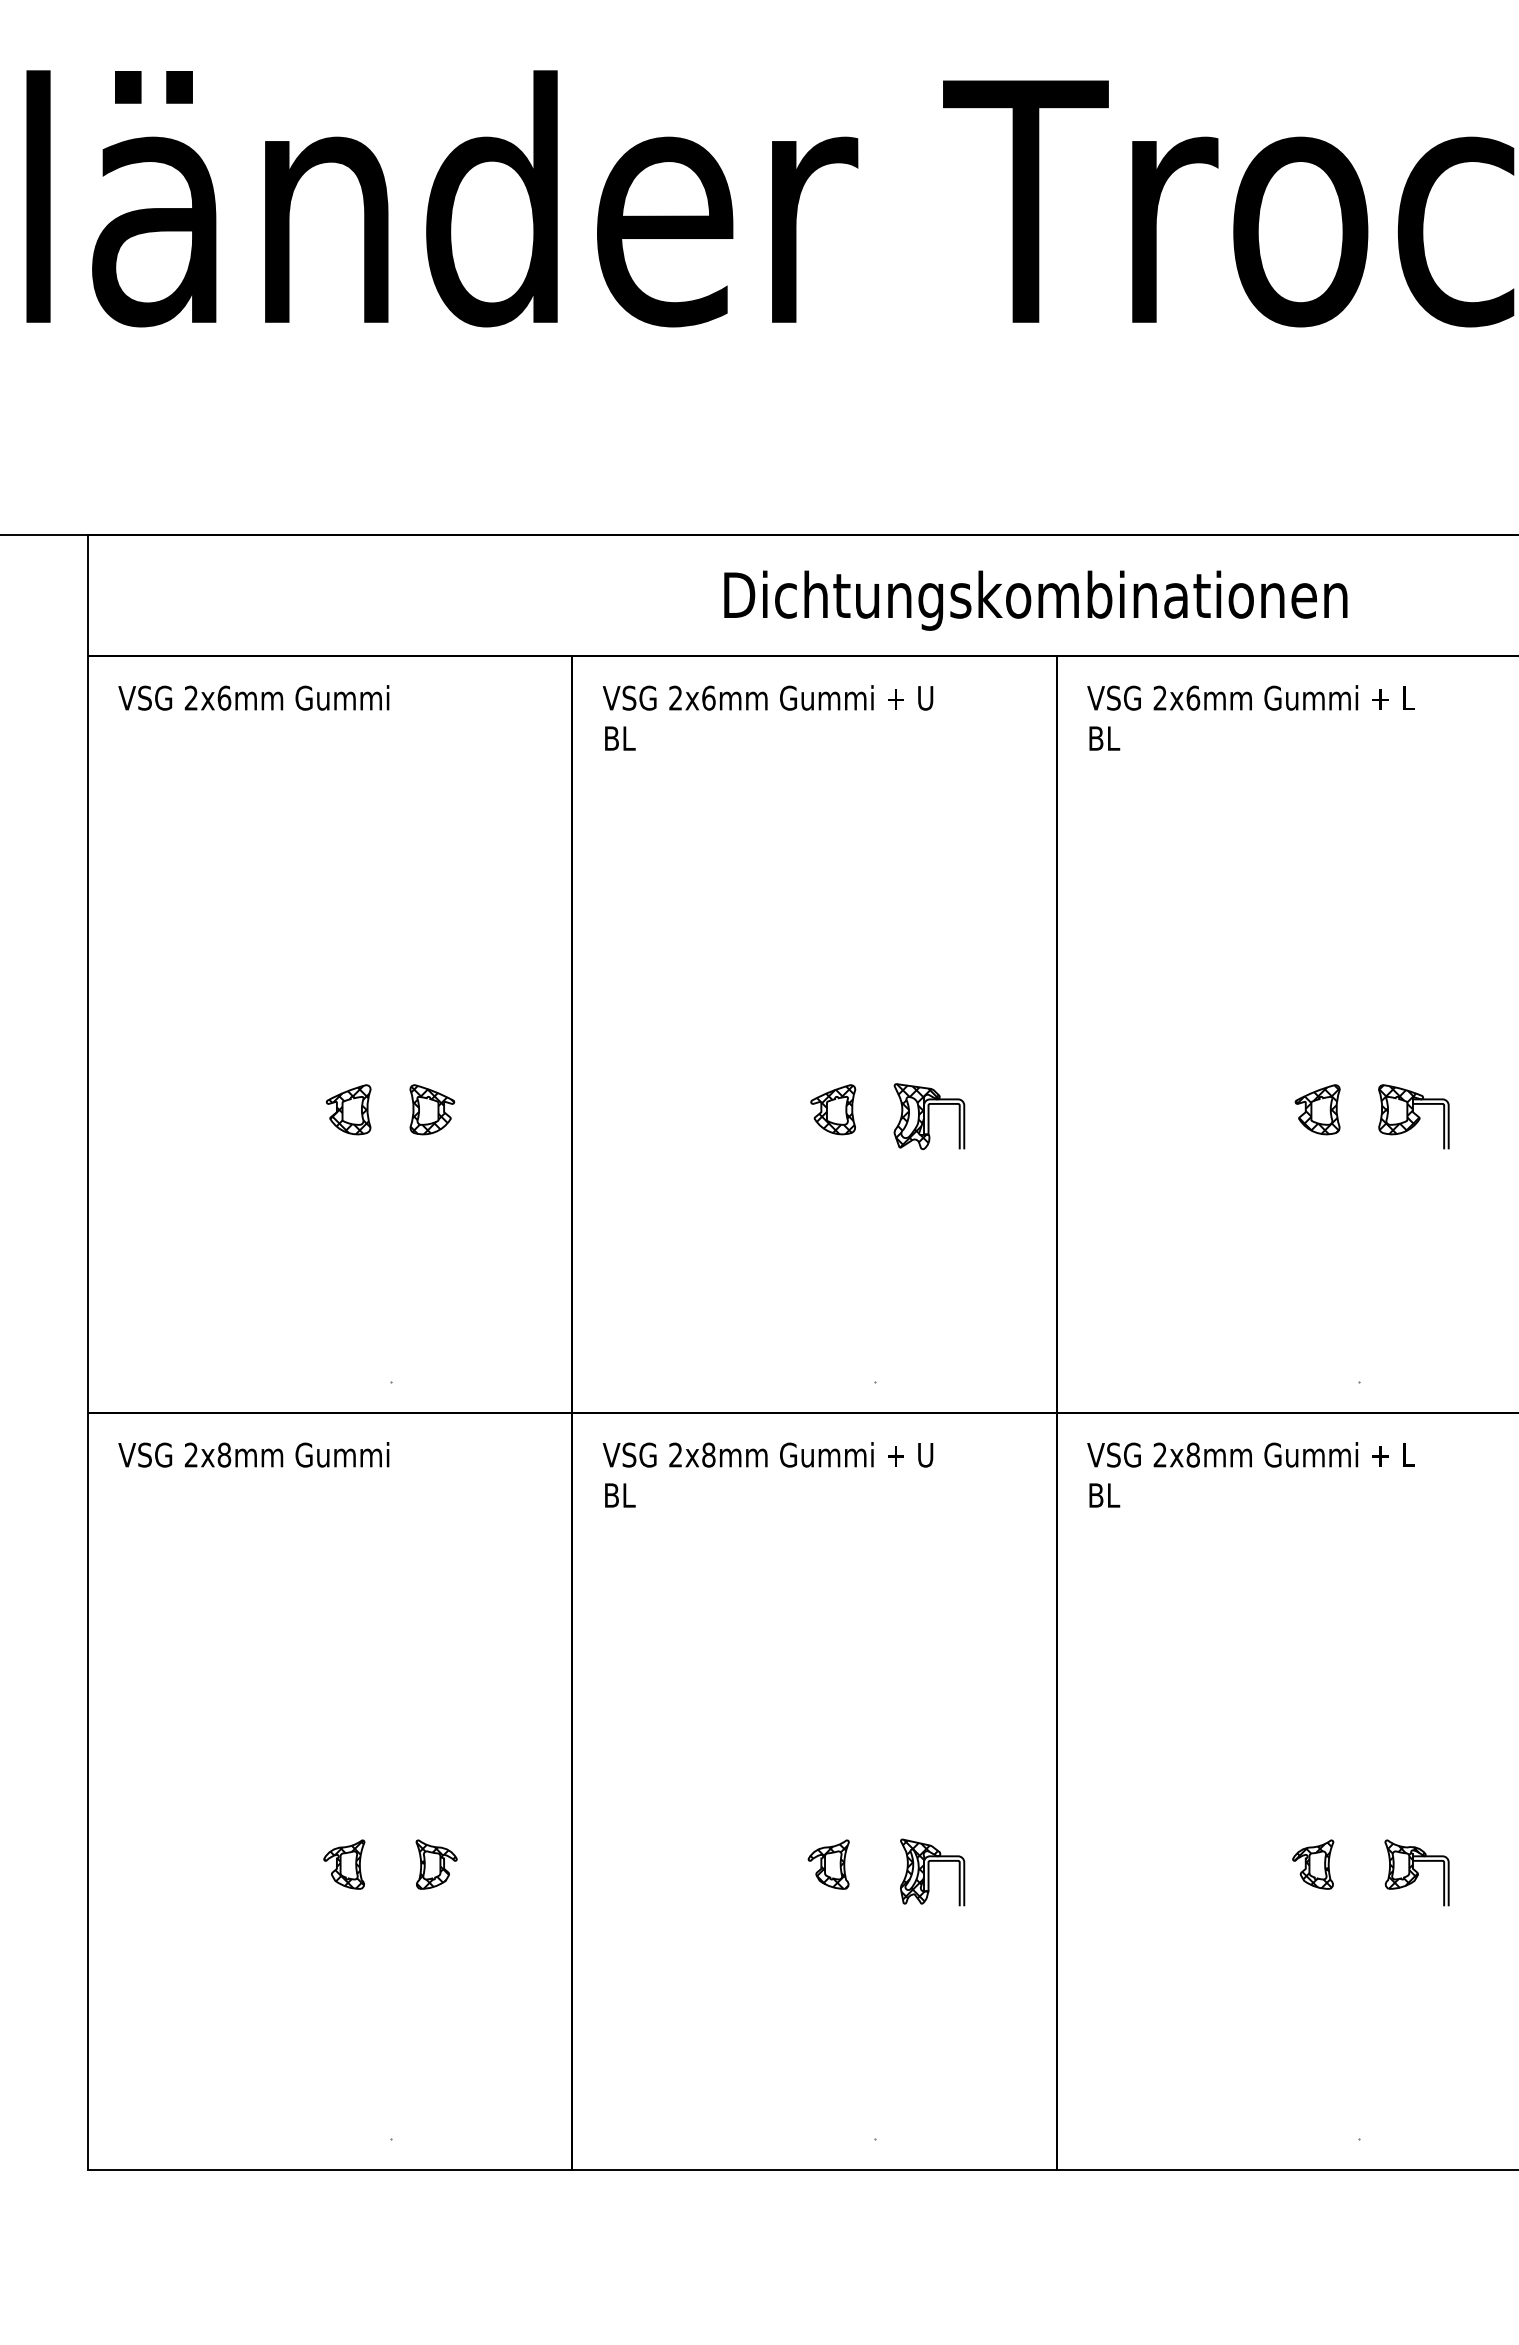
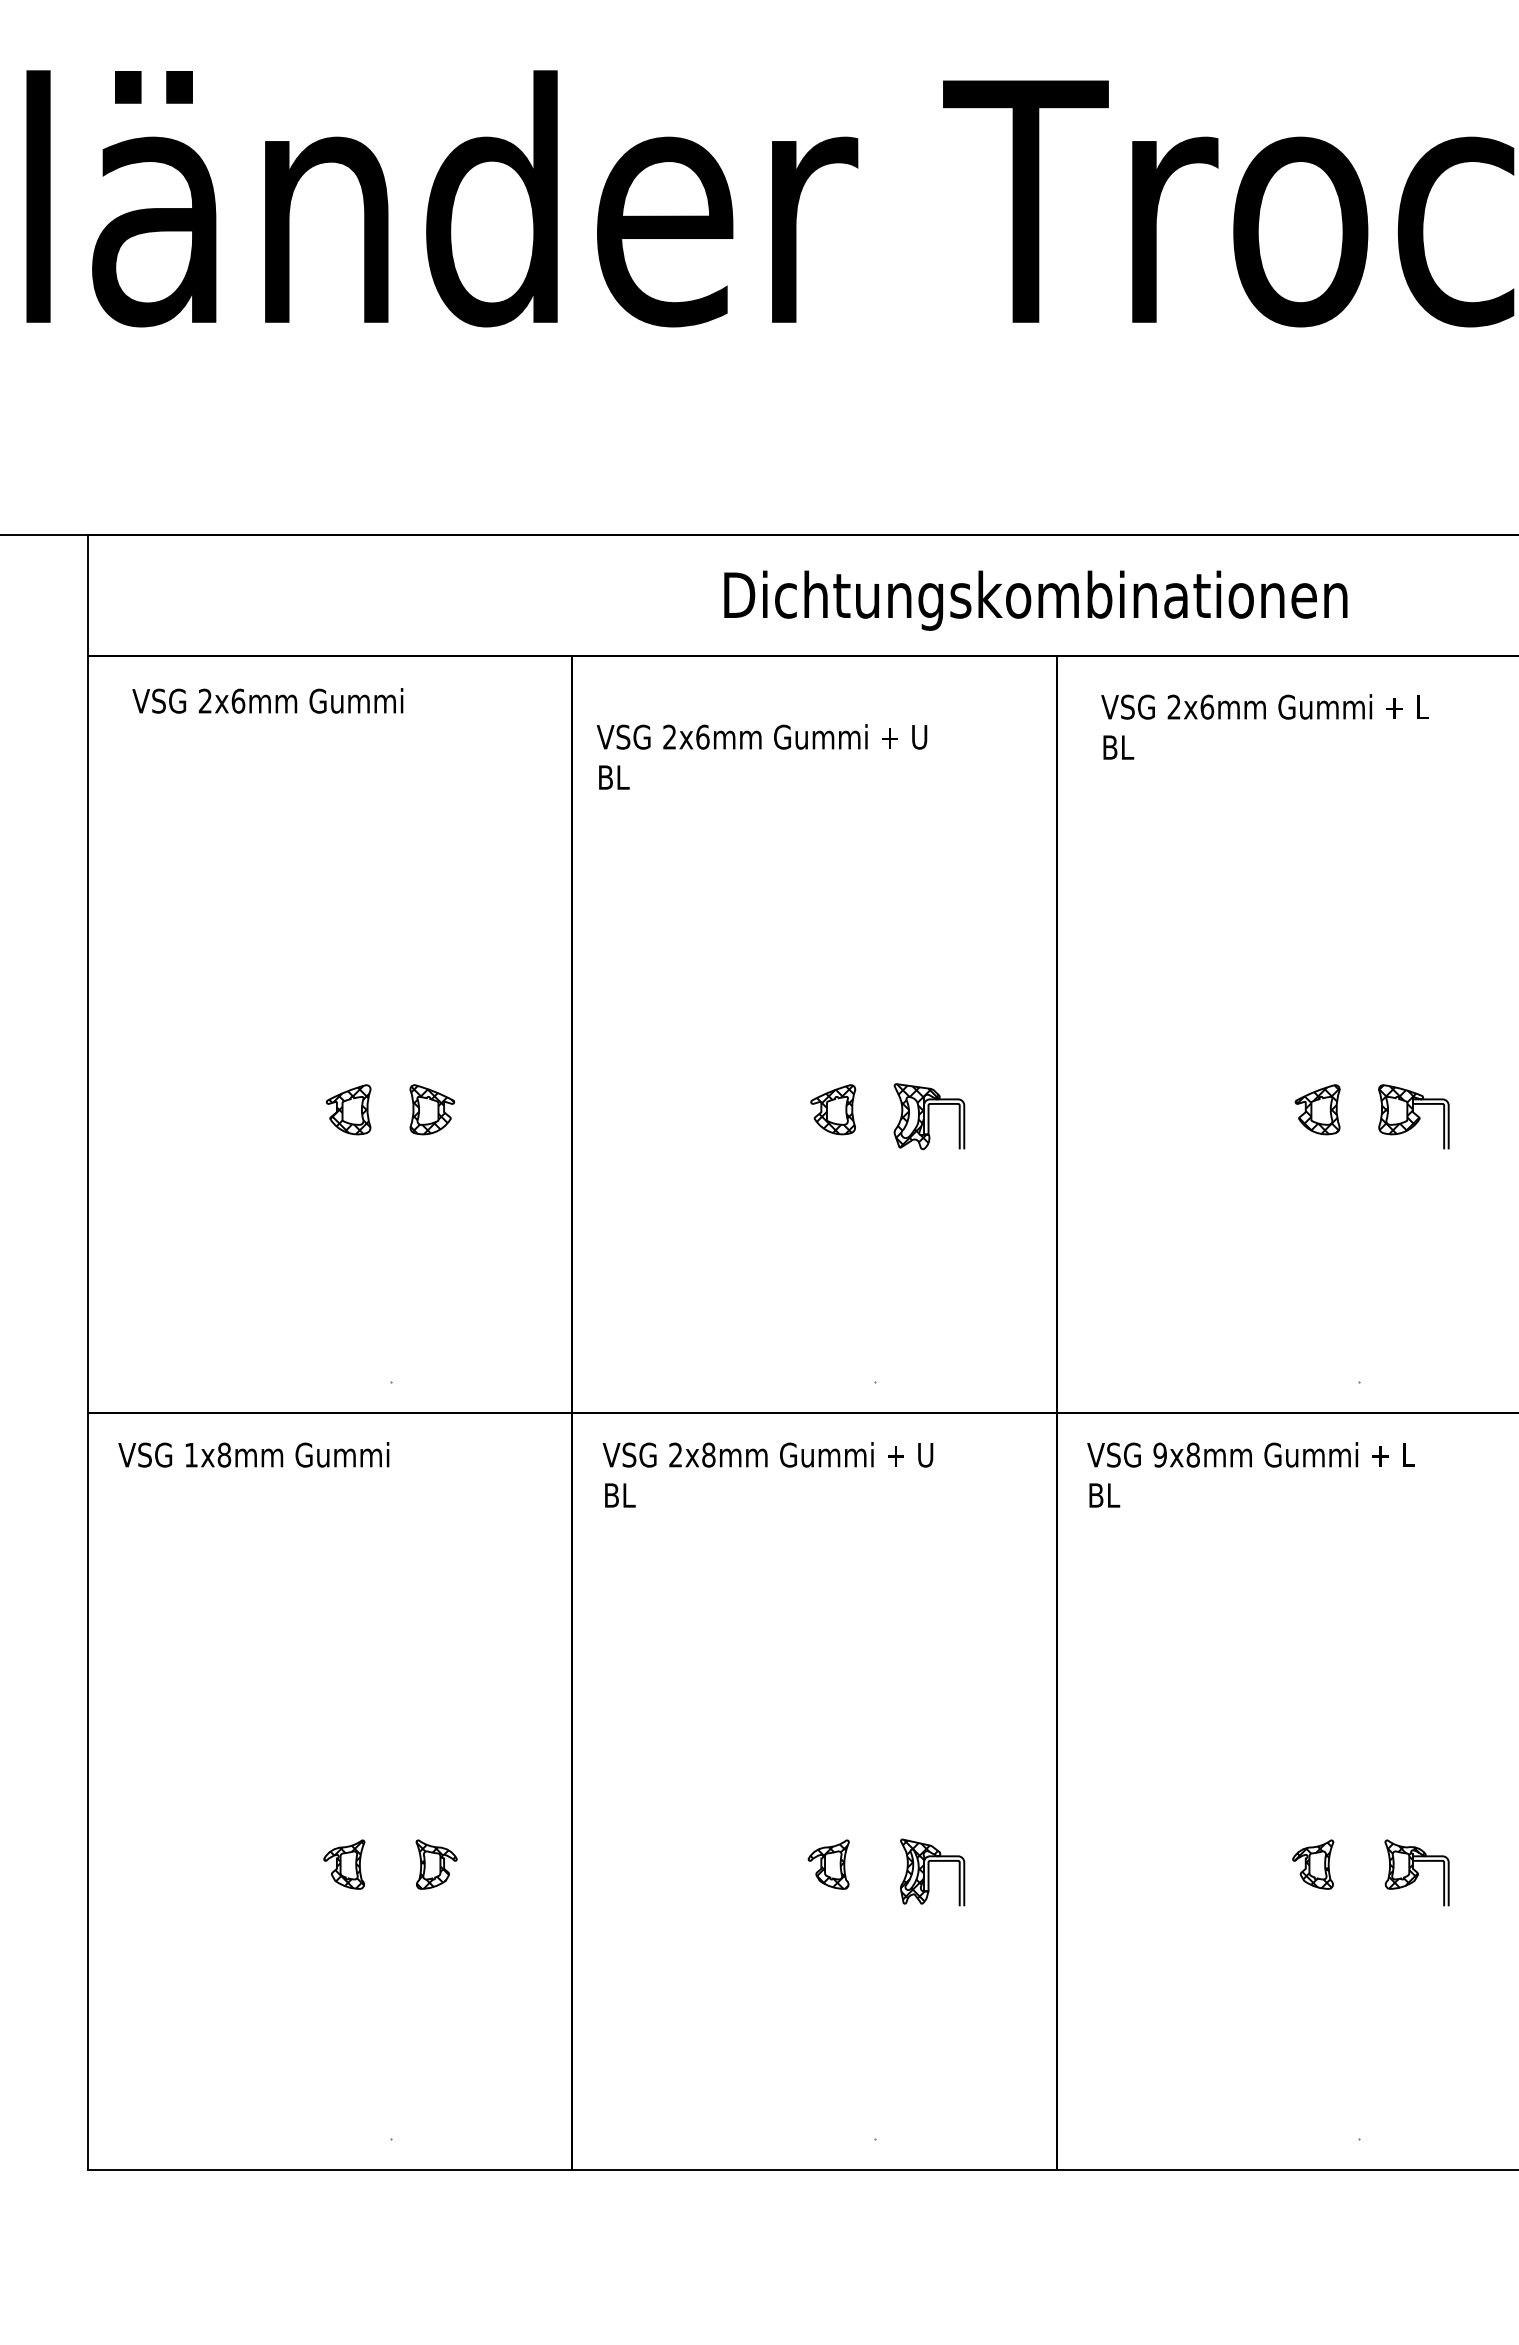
text at (253, 697) position: (253, 697) -> (267, 700)
text at (767, 717) position: (767, 717) -> (761, 756)
text at (1250, 717) position: (1250, 717) -> (1264, 726)
text at (190, 1454): 2x8mm -> 1x8mm
text at (1159, 1454): 2x8mm -> 9x8mm
